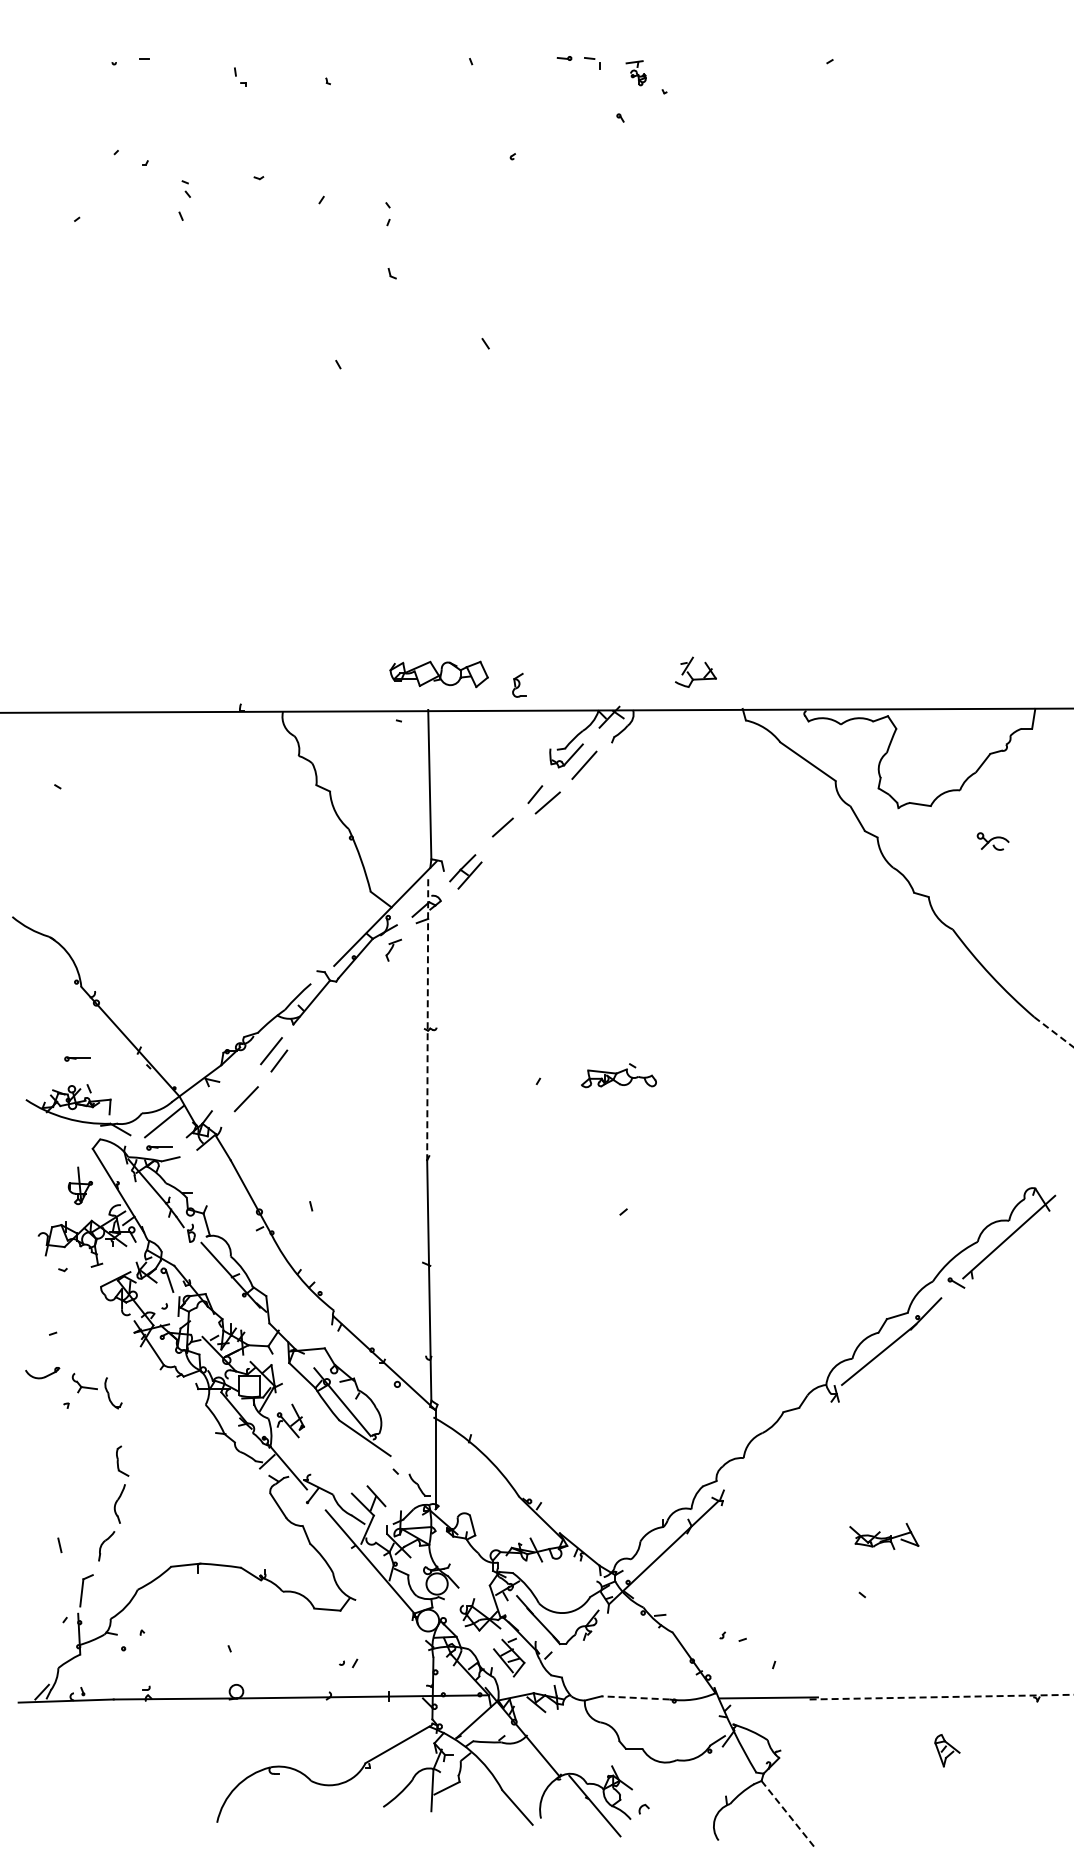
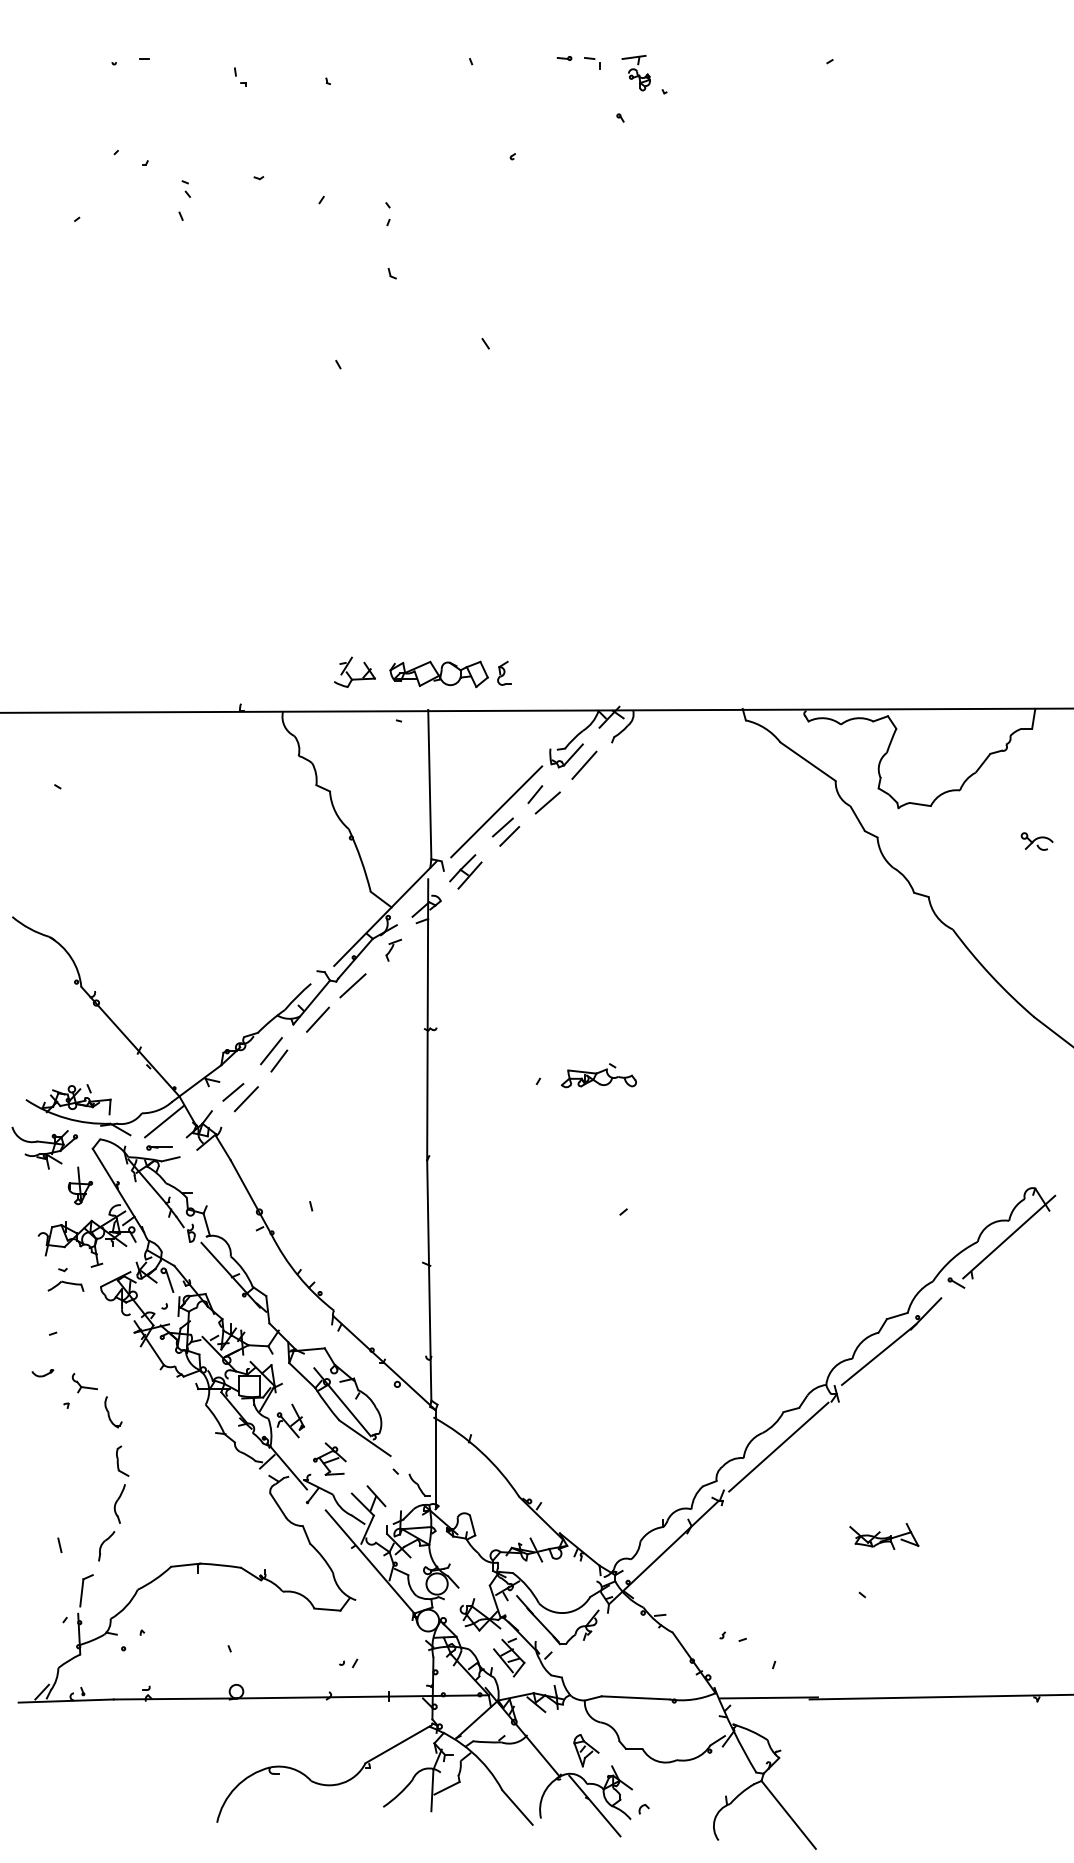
part at (635, 73) size: 22x27 px -> 30x37 px
part at (695, 671) position: (695, 671) -> (354, 671)
part at (519, 684) position: (519, 684) -> (504, 672)
line at (496, 811): none -> present
line at (509, 836): none -> present
part at (992, 841) position: (992, 841) -> (1036, 841)
line at (352, 985): none -> present
line at (317, 1019): none -> present
line at (427, 1019): dashed -> solid
line at (1054, 1032): dashed -> solid
part at (77, 1058): present -> none
part at (618, 1075) position: (618, 1075) -> (598, 1075)
line at (233, 1092): none -> present
part at (44, 1147): none -> present
part at (65, 1285): none -> present
part at (42, 1373) size: 36x13 px -> 24x9 px
part at (113, 1393) position: (113, 1393) -> (113, 1412)
line at (778, 1446): none -> present
part at (329, 1458): none -> present
line at (635, 1697): dashed -> solid
line at (941, 1697): dashed -> solid
part at (947, 1750) position: (947, 1750) -> (586, 1750)
line at (789, 1815): dashed -> solid
